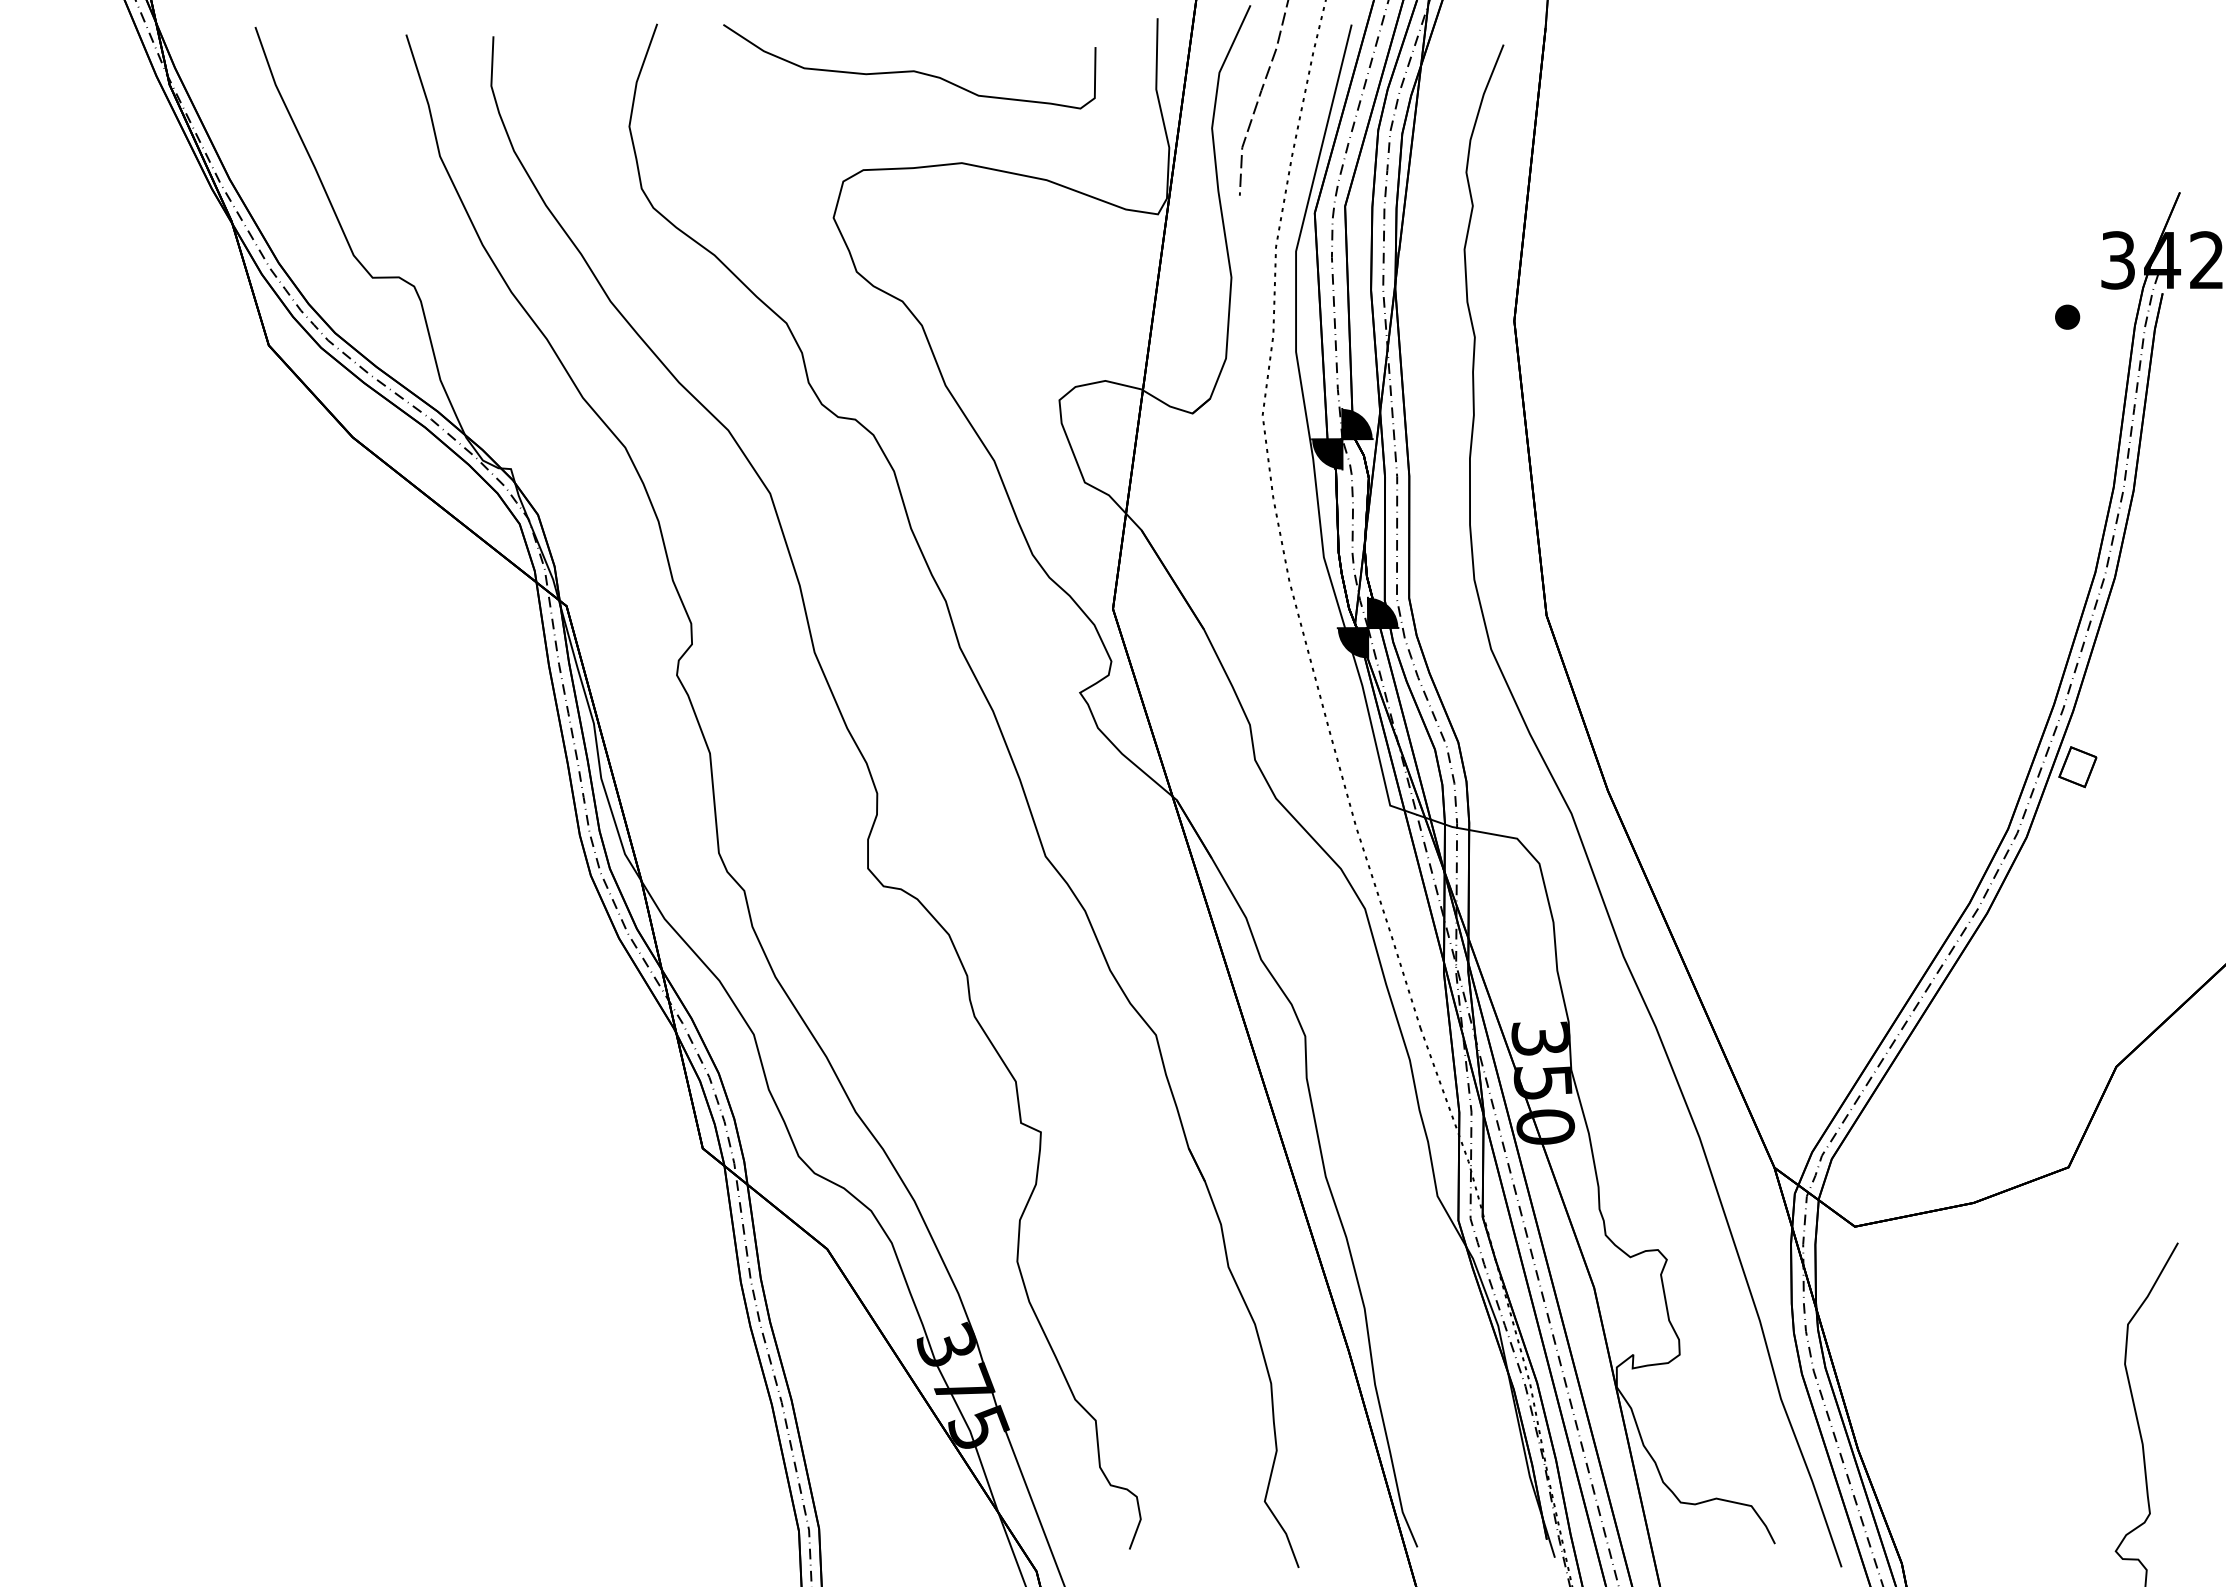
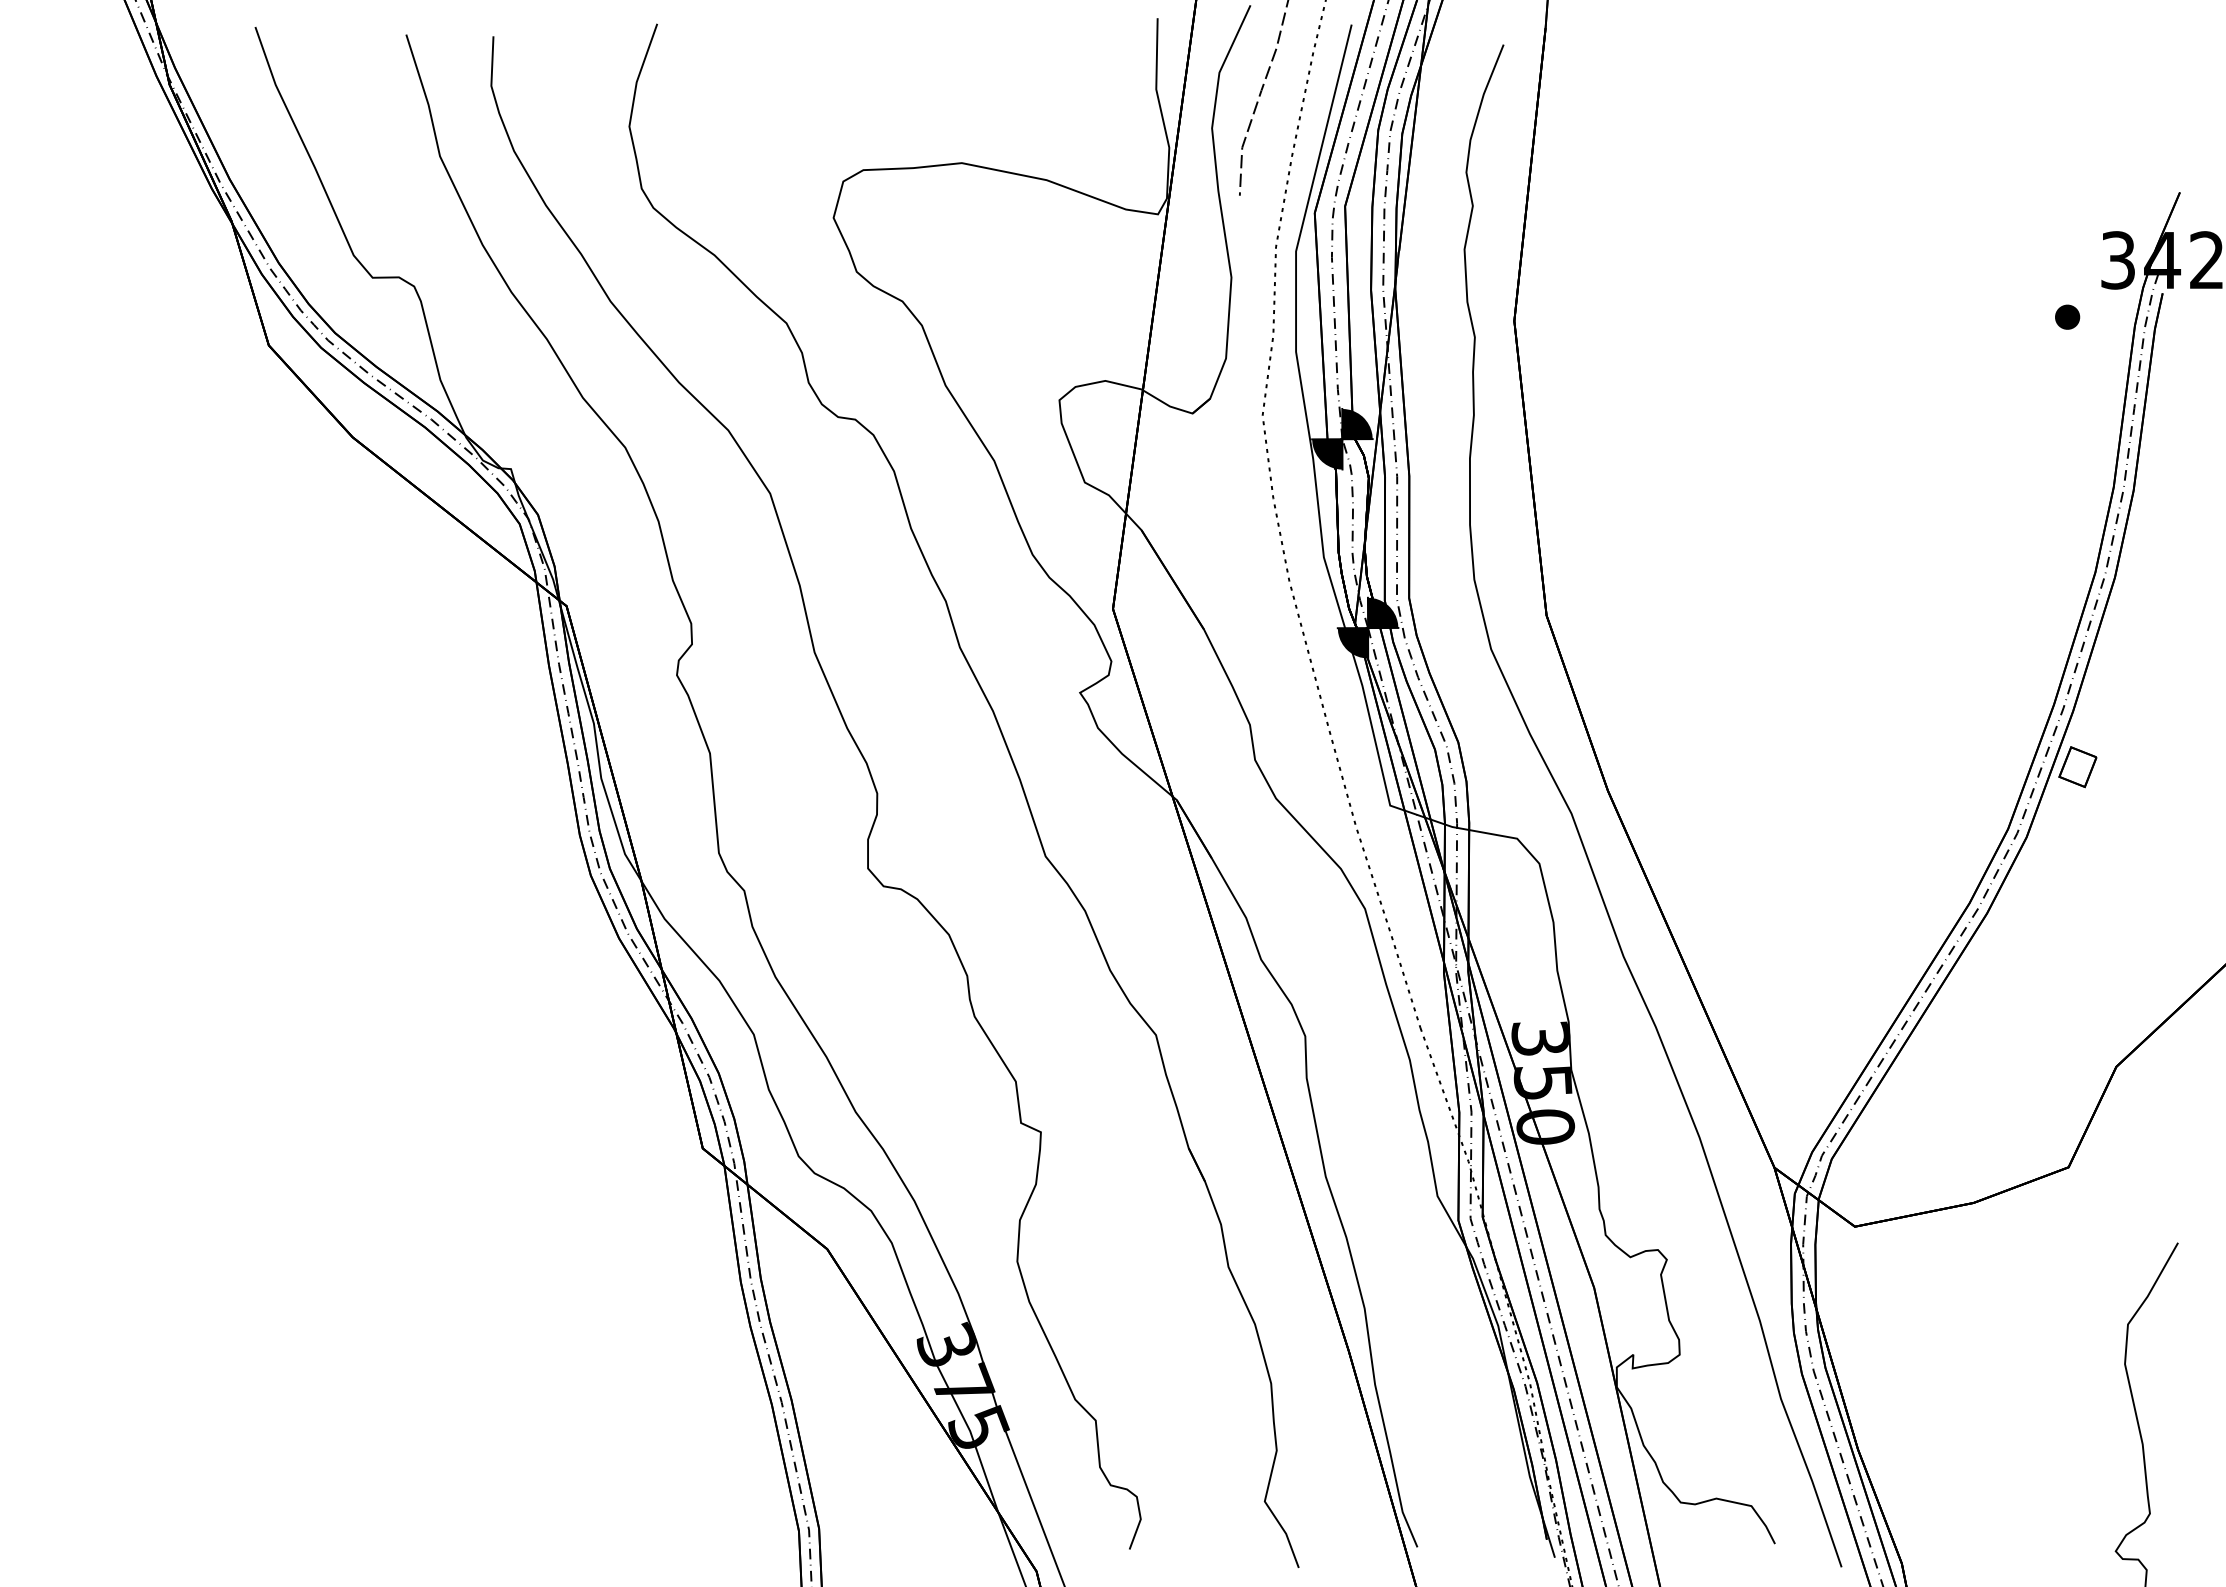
curve at (909, 70): present -> none
